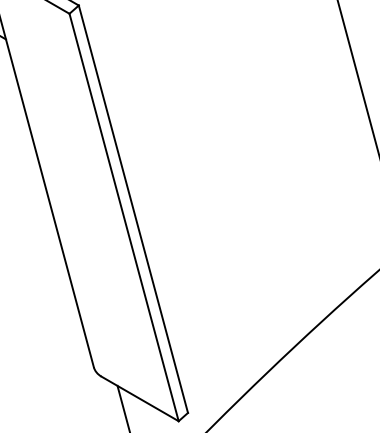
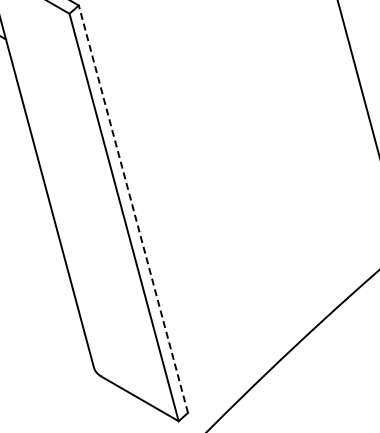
line at (133, 209): solid -> dashed
line at (123, 407): present -> none
